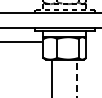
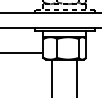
line at (21, 42) position: (21, 42) -> (21, 53)
line at (77, 78): dashed -> solid
